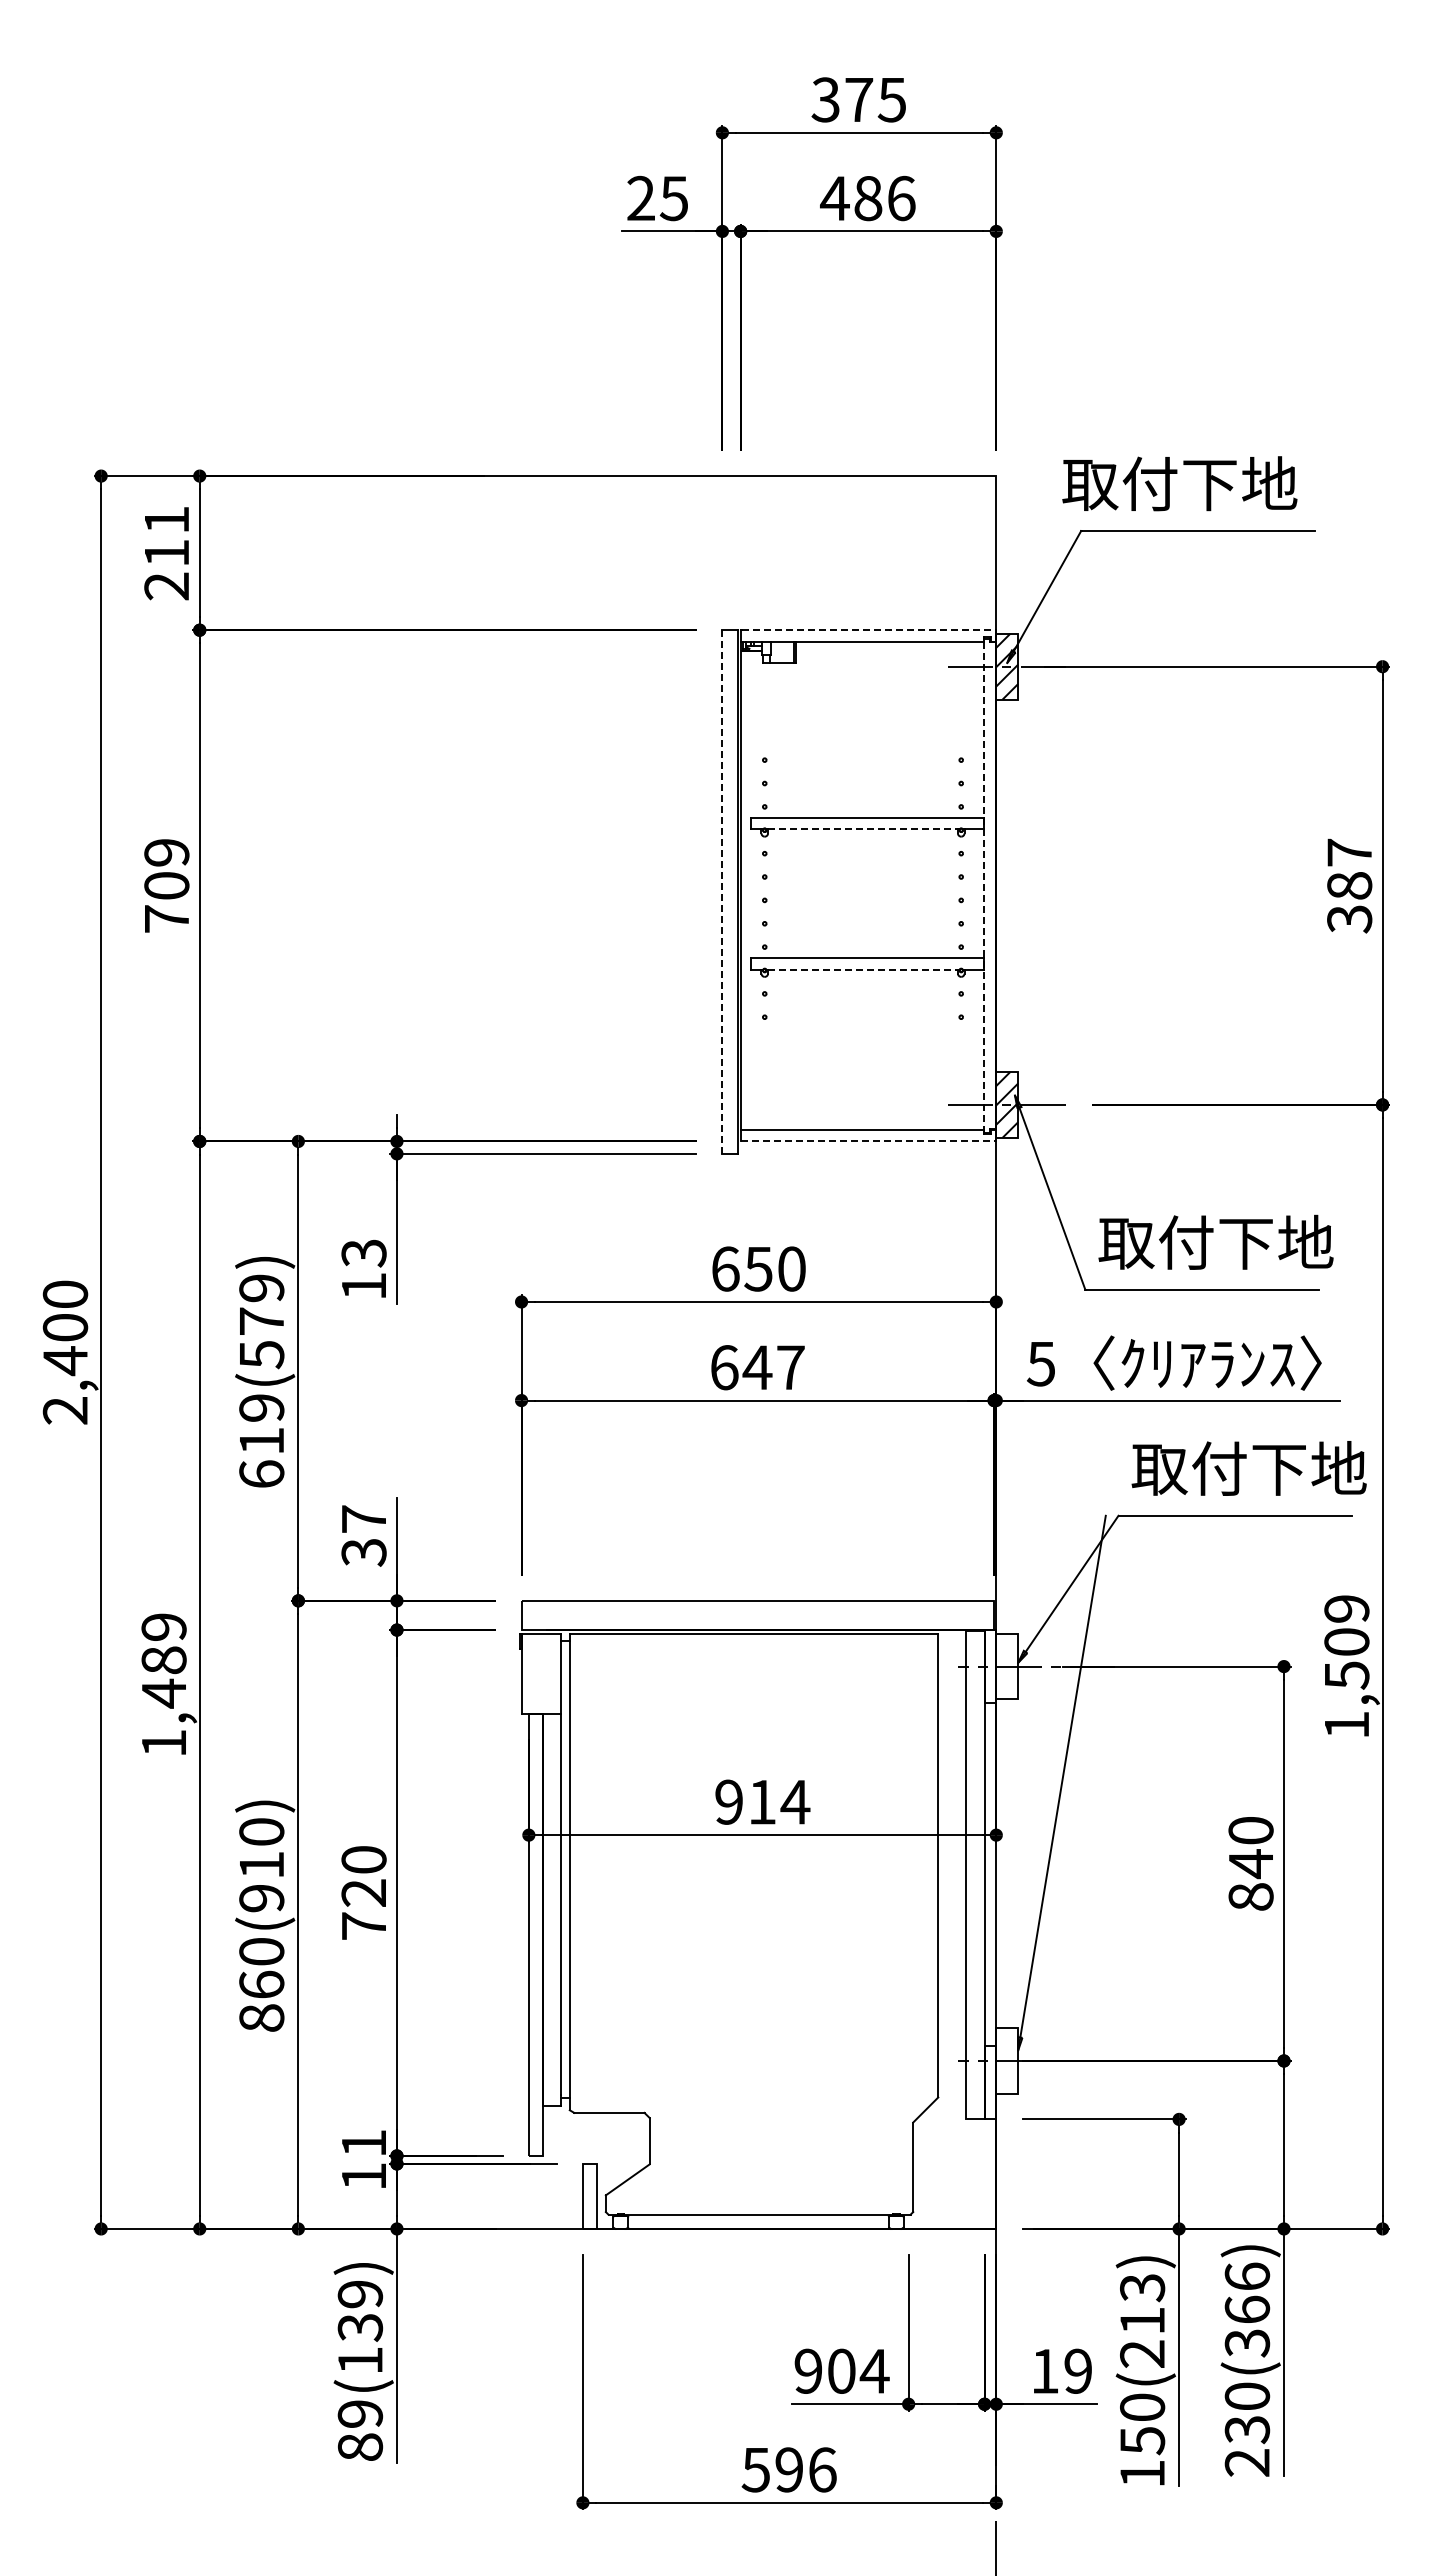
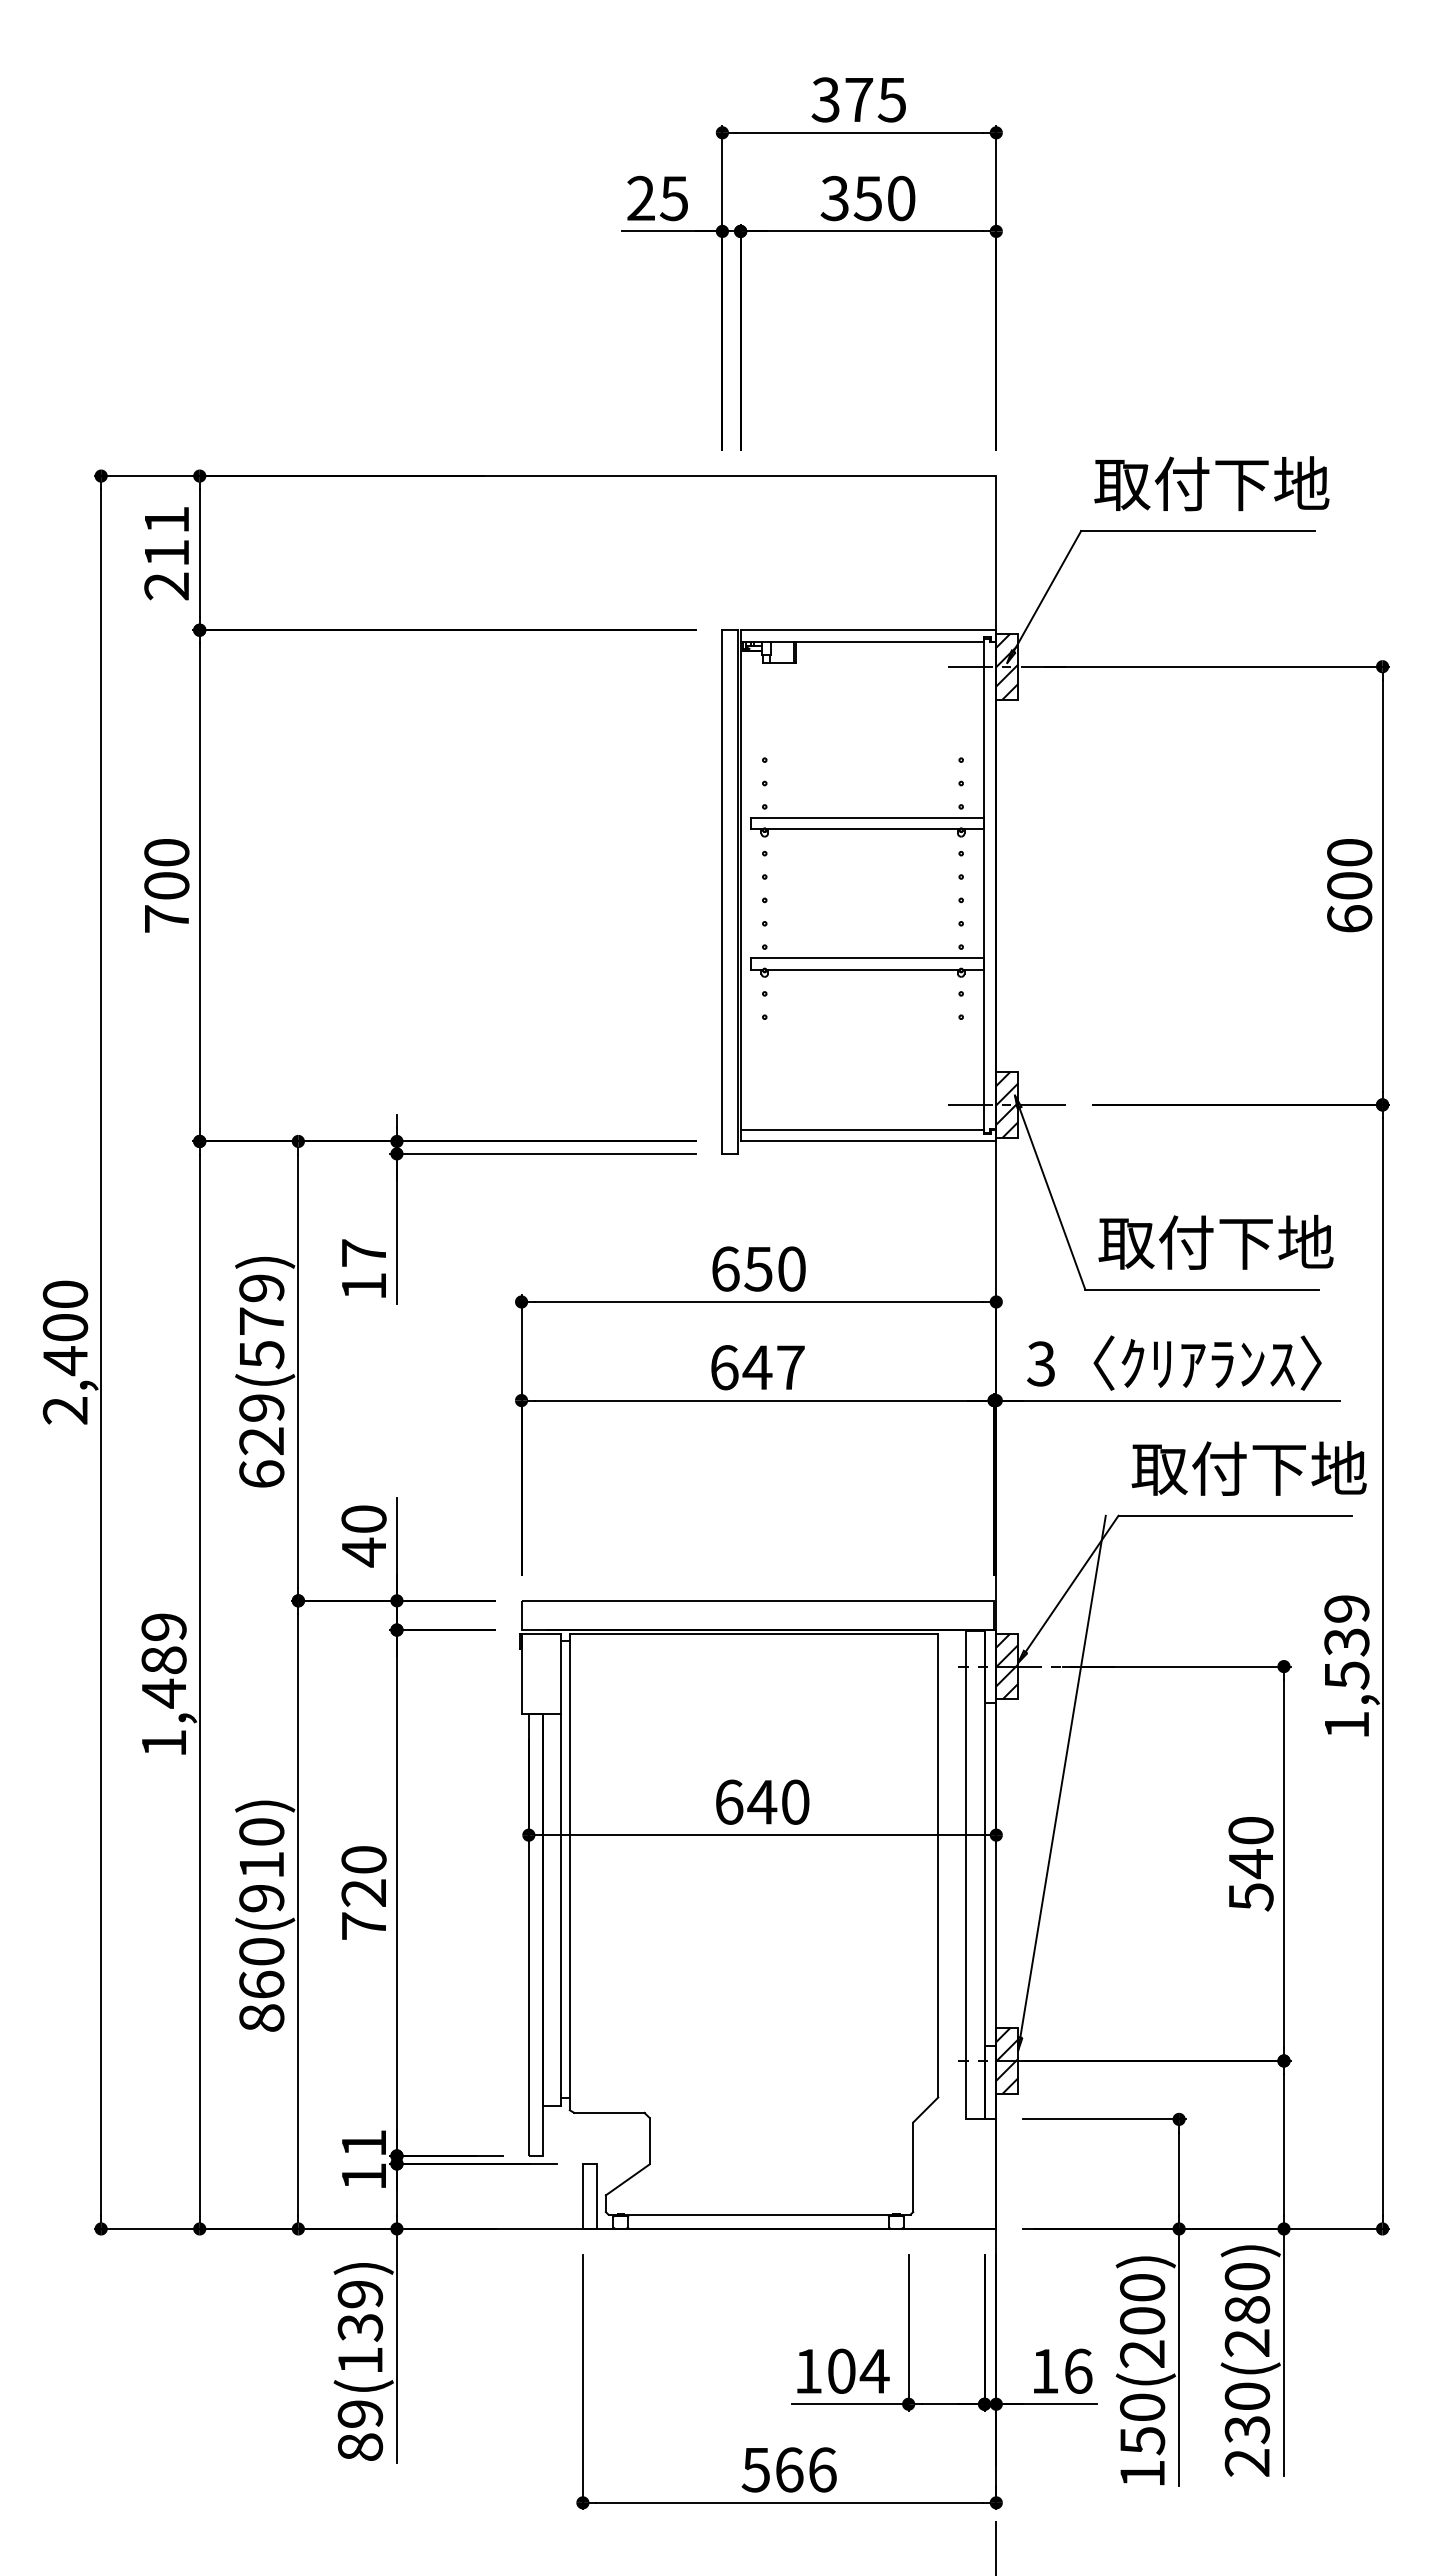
text at (867, 198): 486 -> 350
text at (1179, 483) position: (1179, 483) -> (1211, 483)
line at (869, 630): dashed -> solid
line at (863, 829): dashed -> solid
text at (166, 852): 709 -> 700
line at (984, 885): dashed -> solid
text at (1349, 885): 387 -> 600
line at (722, 892): dashed -> solid
line at (863, 969): dashed -> solid
line at (869, 1141): dashed -> solid
text at (363, 1253): 13 -> 17
text at (1040, 1363): 5 -> 3
text at (261, 1441): 619(579) -> 629(579)
text at (363, 1536): 37 -> 40
text at (1346, 1642): 1,509 -> 1,539
hatch at (1007, 1666): none -> present
text at (762, 1801): 914 -> 640
text at (1250, 1897): 840 -> 540
hatch at (1007, 2060): none -> present
text at (1142, 2304): 150(213) -> 150(200)
text at (1247, 2309): 230(366) -> 230(280)
text at (807, 2370): 904 -> 104
text at (1078, 2370): 19 -> 16
text at (789, 2469): 596 -> 566
